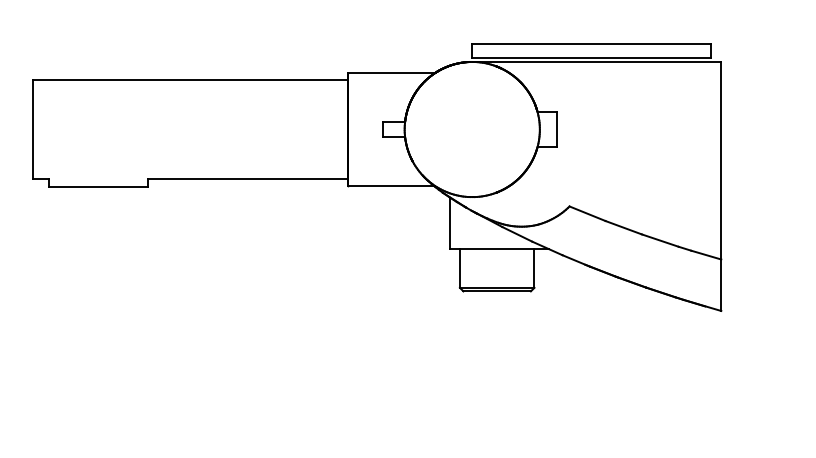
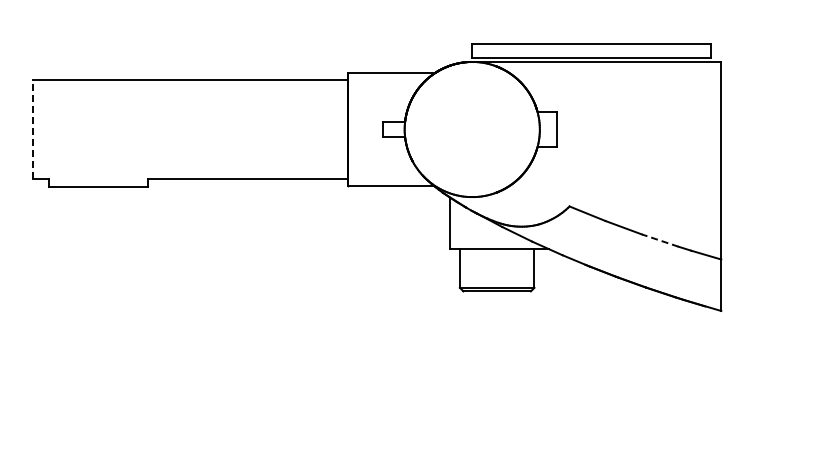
line at (32, 129): solid -> dashed
line at (659, 240): solid -> dashed
